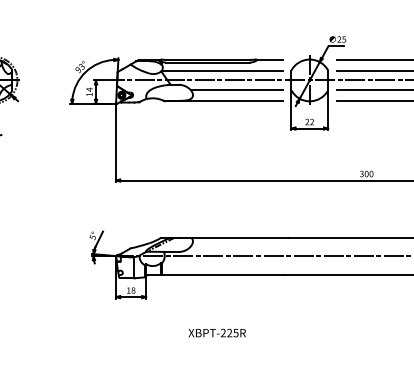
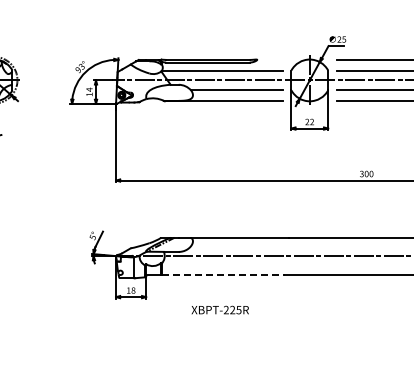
line at (269, 59): present -> none
line at (223, 274): solid -> dashed
text at (216, 332) position: (216, 332) -> (219, 309)
